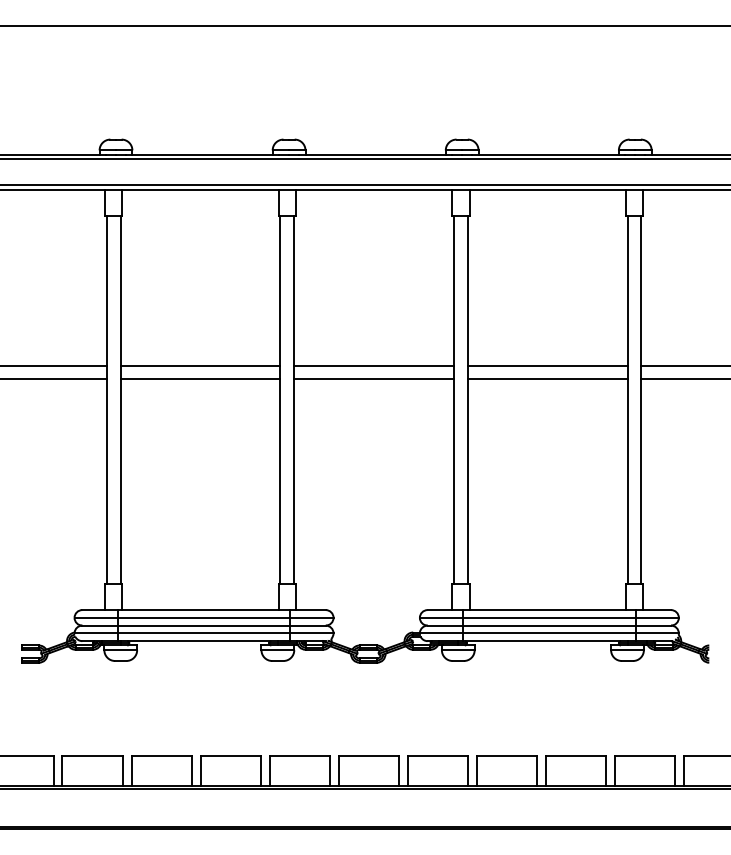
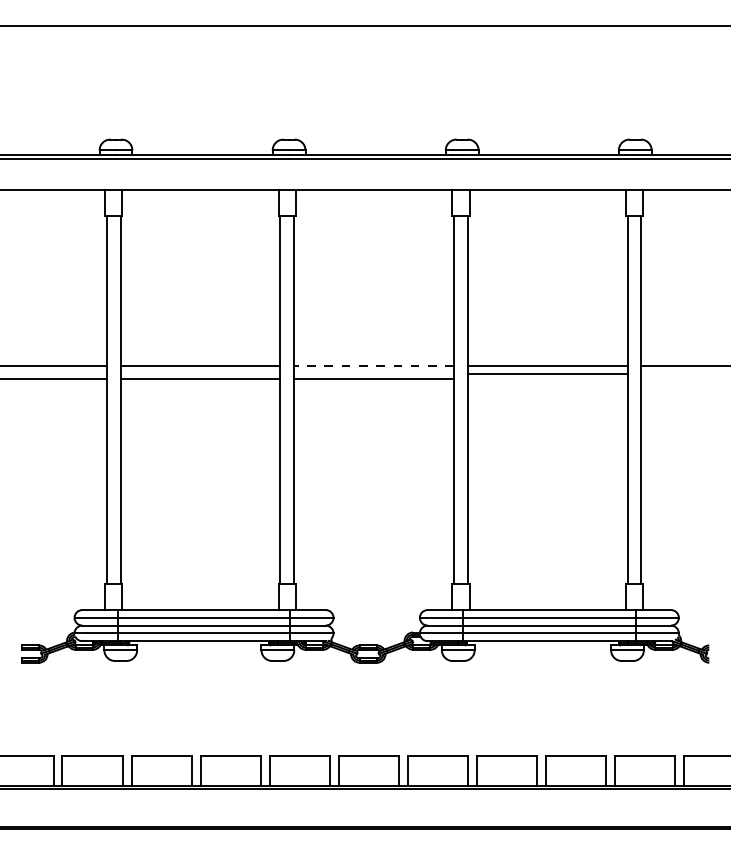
line at (364, 185): present -> none
line at (374, 366): solid -> dashed
line at (547, 379) position: (547, 379) -> (547, 374)
line at (684, 379): present -> none
